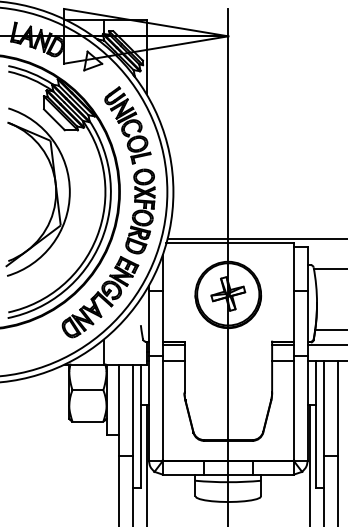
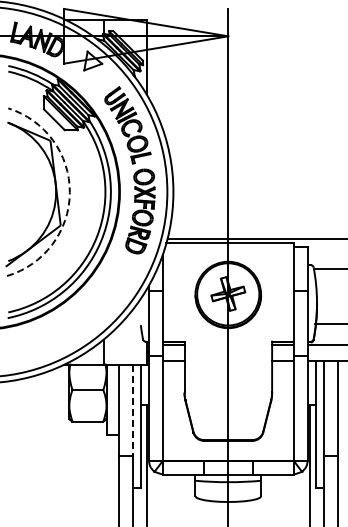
arc at (69, 192): solid -> dashed
part at (100, 297): present -> none
line at (329, 330) position: (329, 330) -> (329, 324)
line at (132, 410): solid -> dashed
